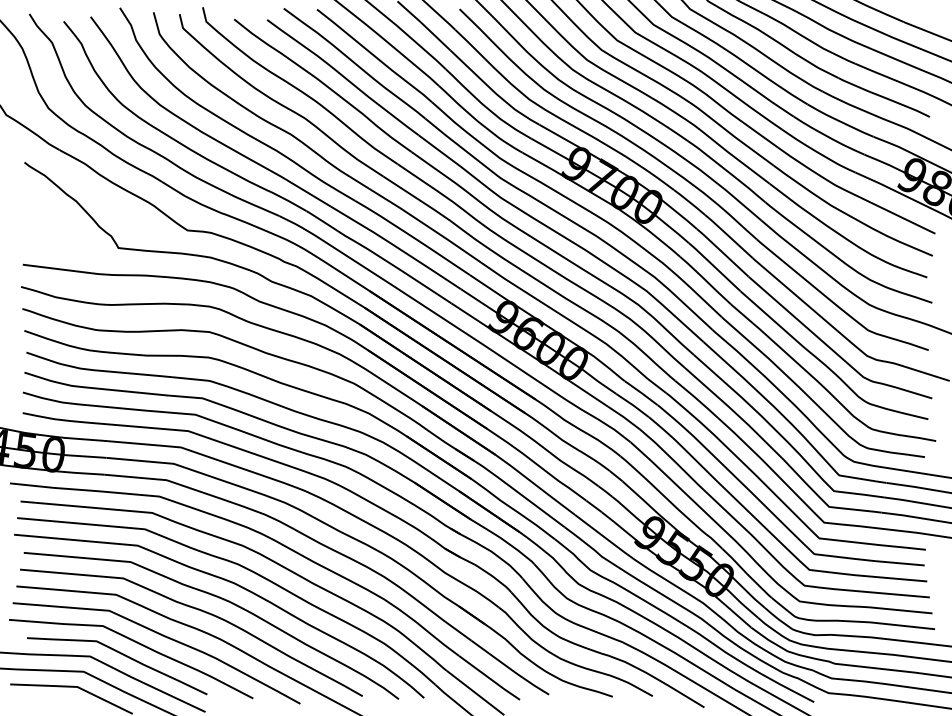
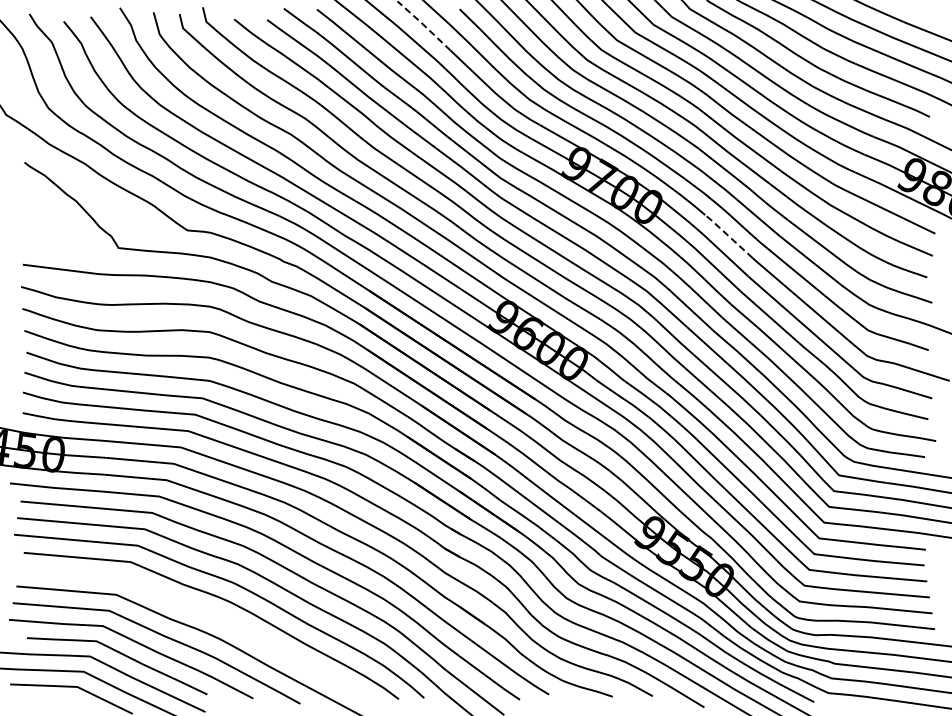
line at (423, 24): solid -> dashed
line at (727, 235): solid -> dashed
curve at (200, 611): present -> none
